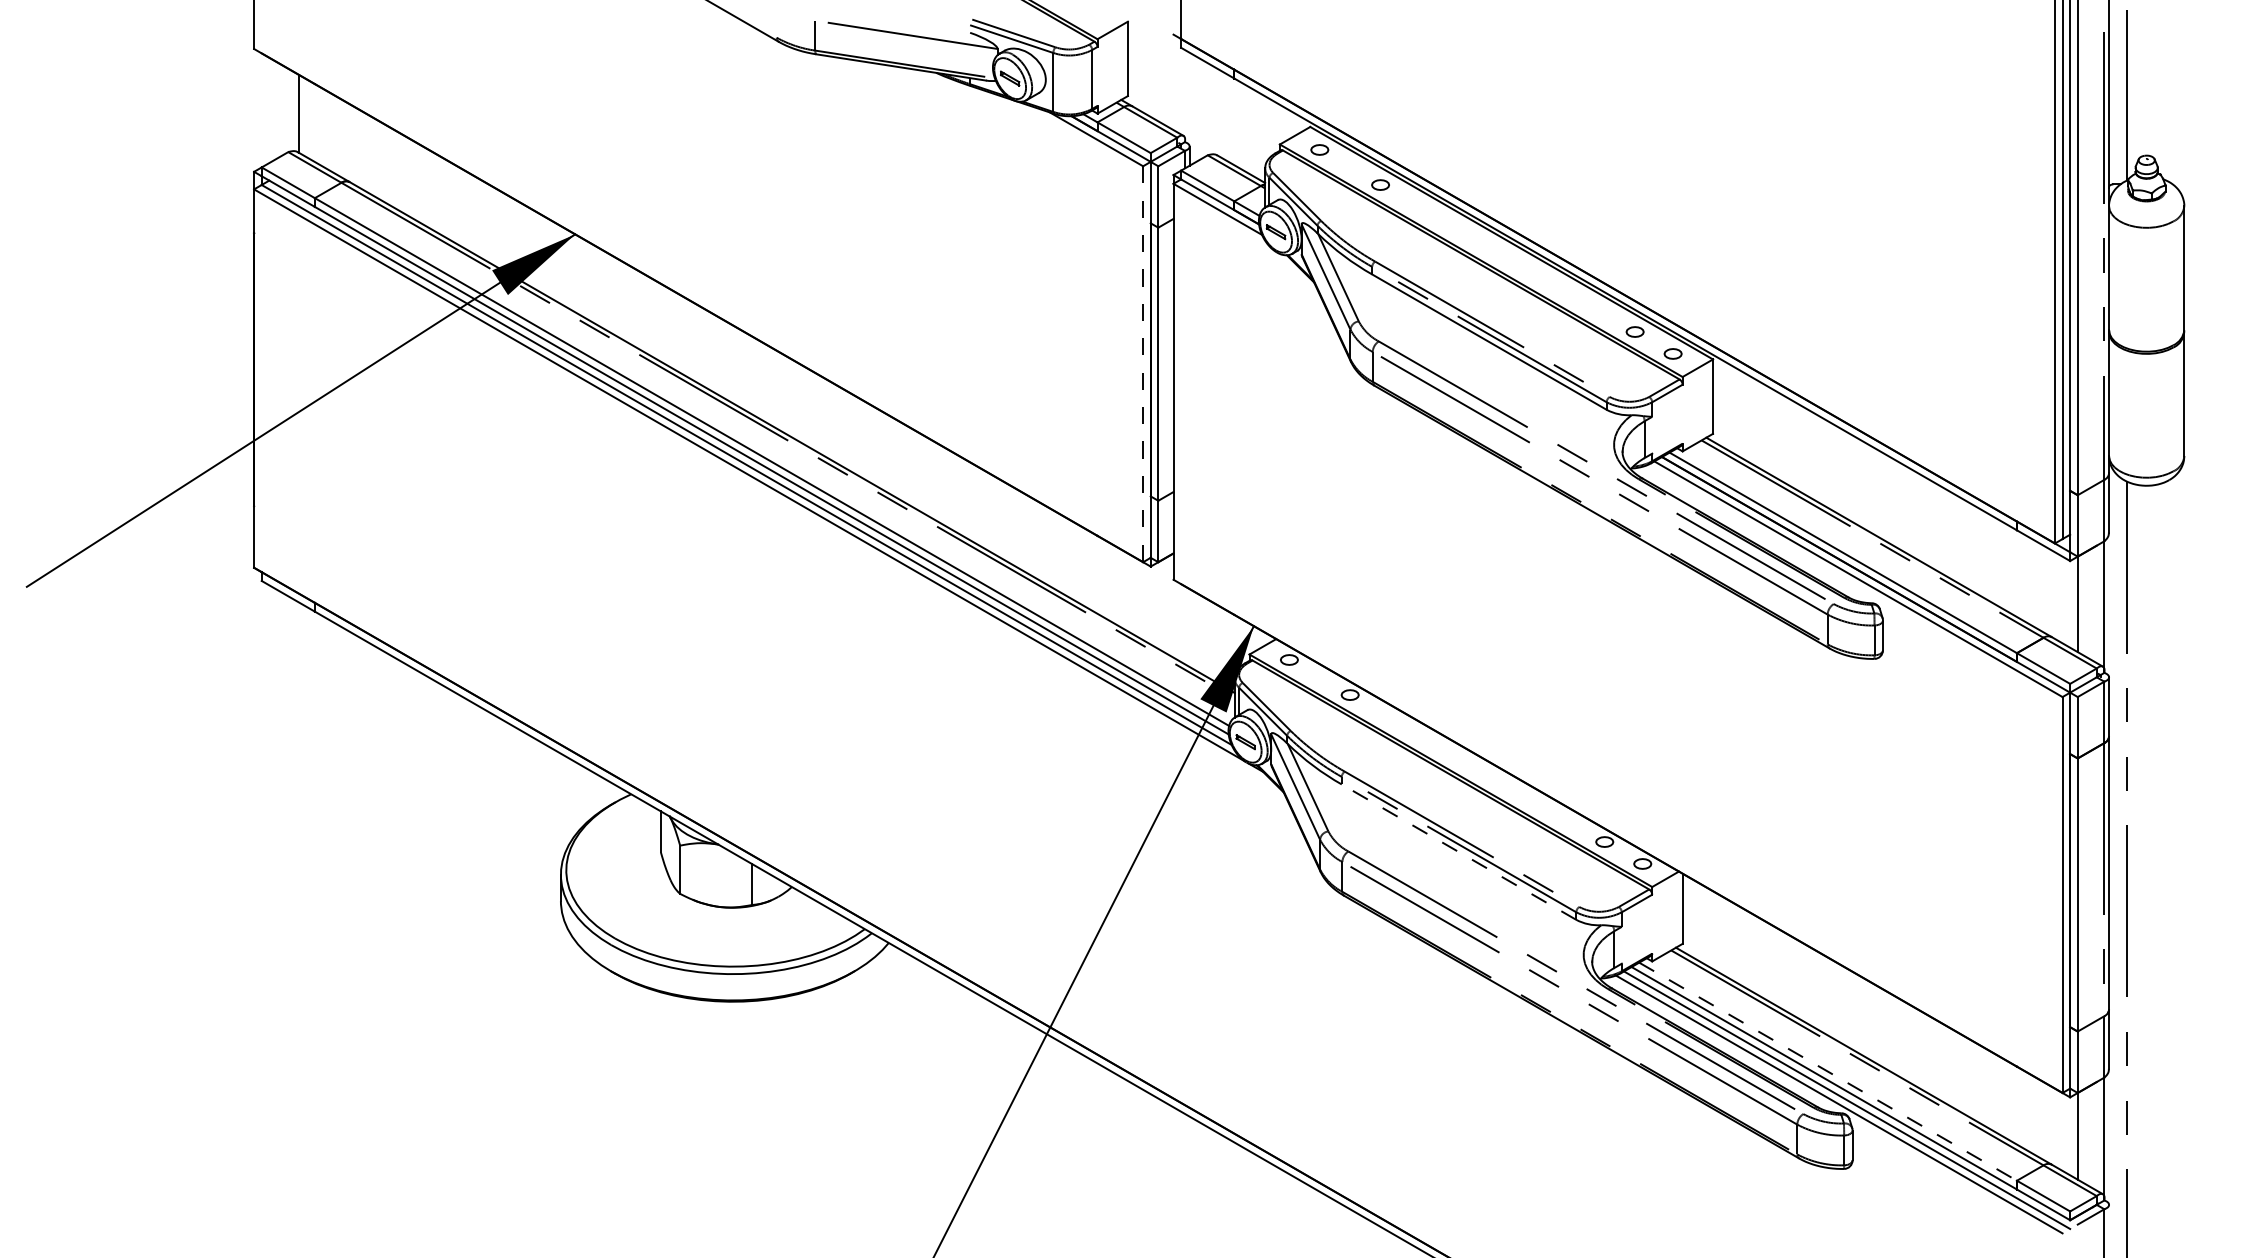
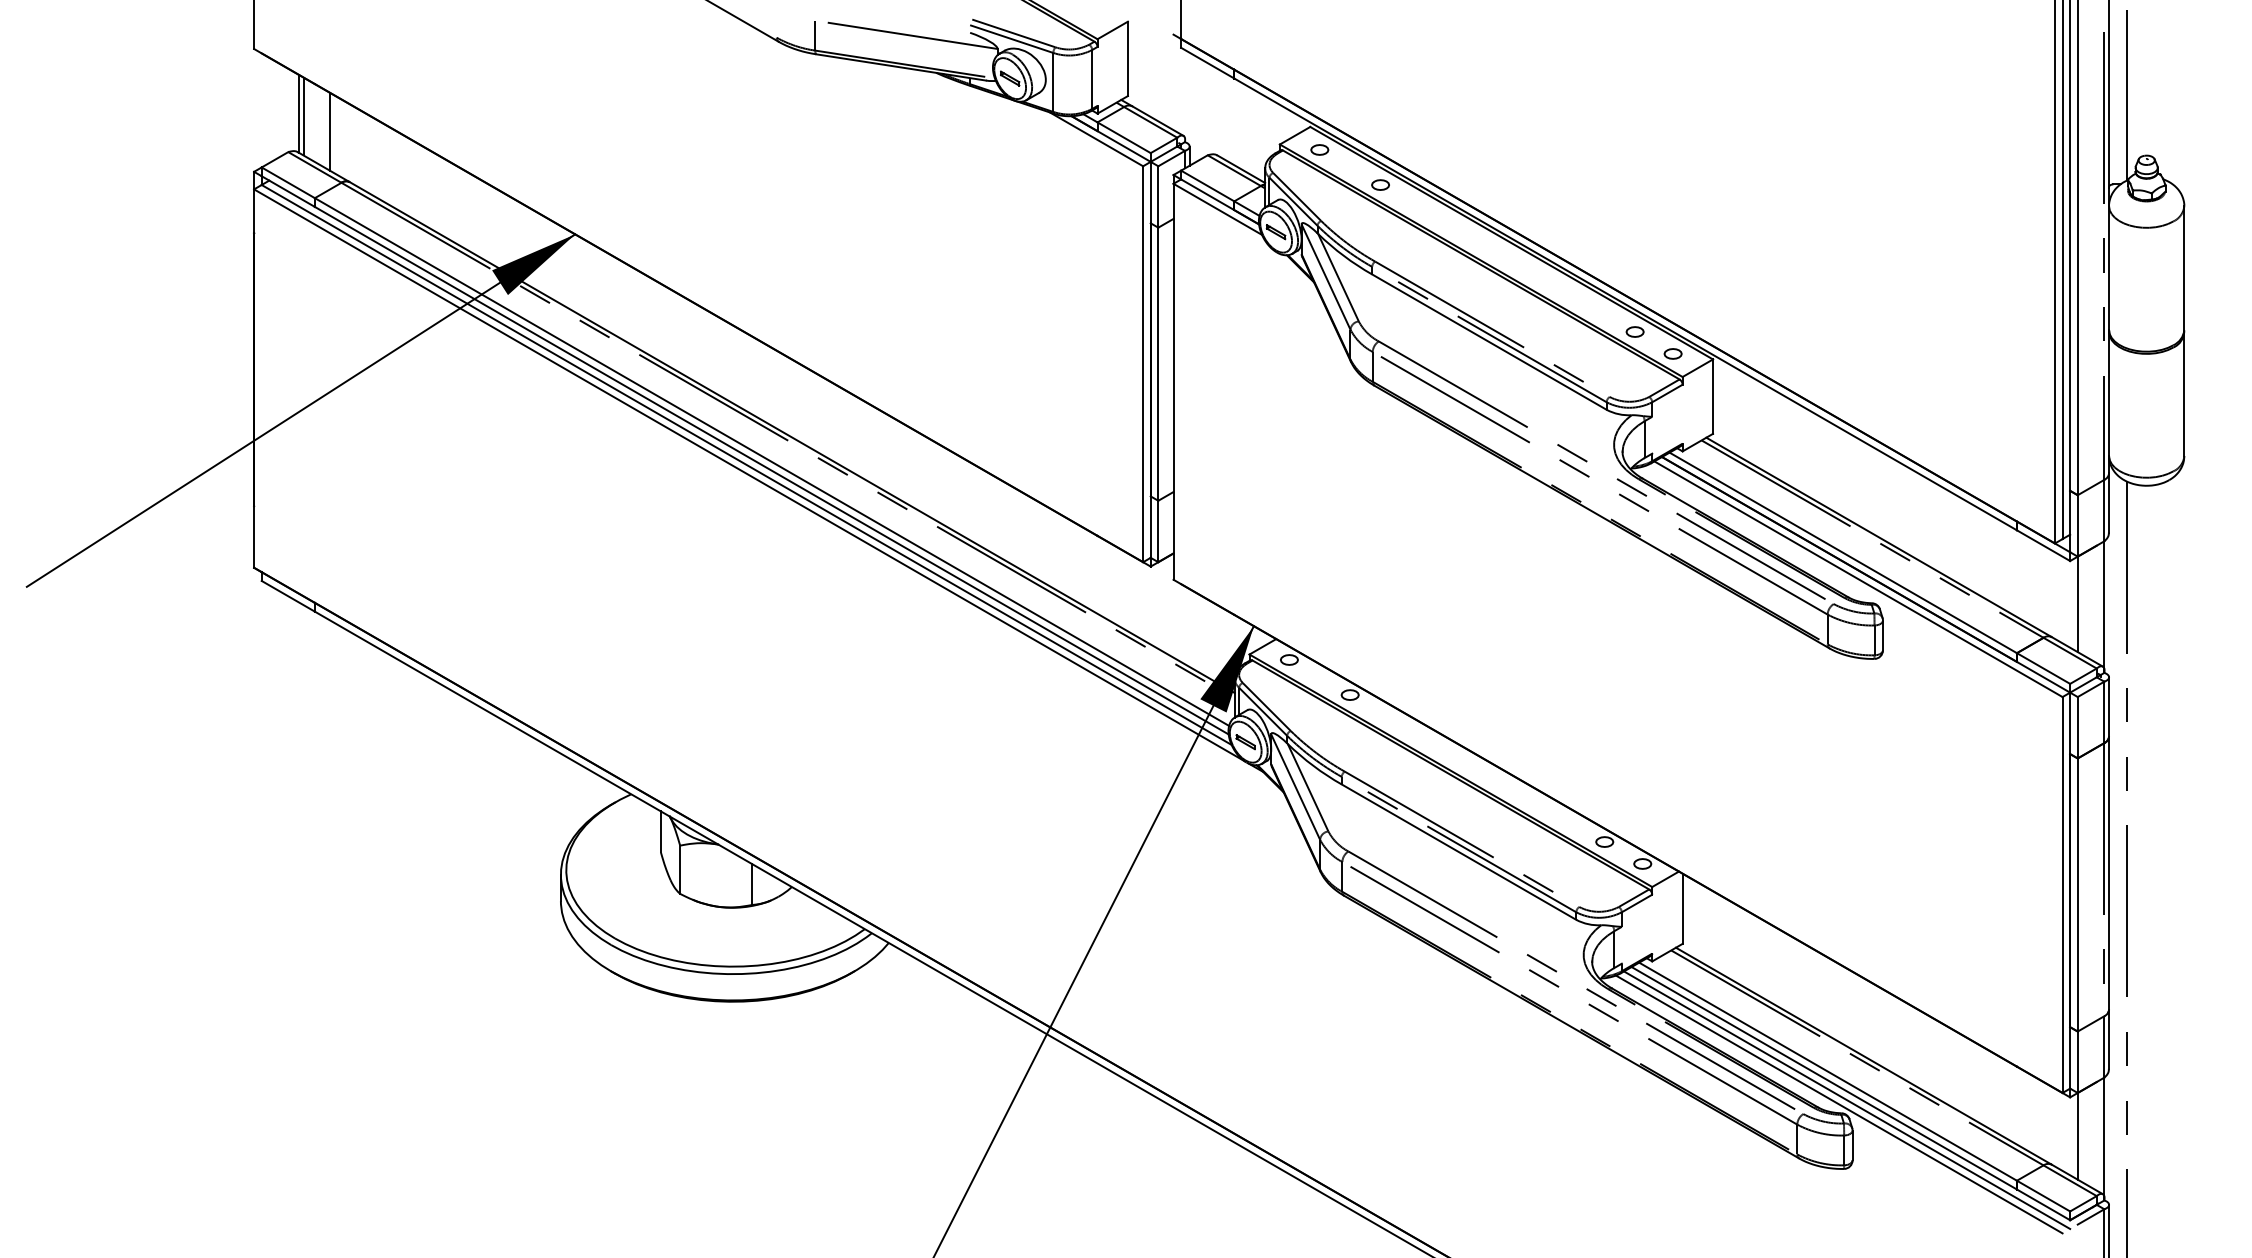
line at (303, 116): none -> present
line at (330, 131): none -> present
line at (1143, 364): dashed -> solid
line at (1458, 851): dashed -> solid
line at (1828, 1071): dashed -> solid
line at (2109, 1229): none -> present
